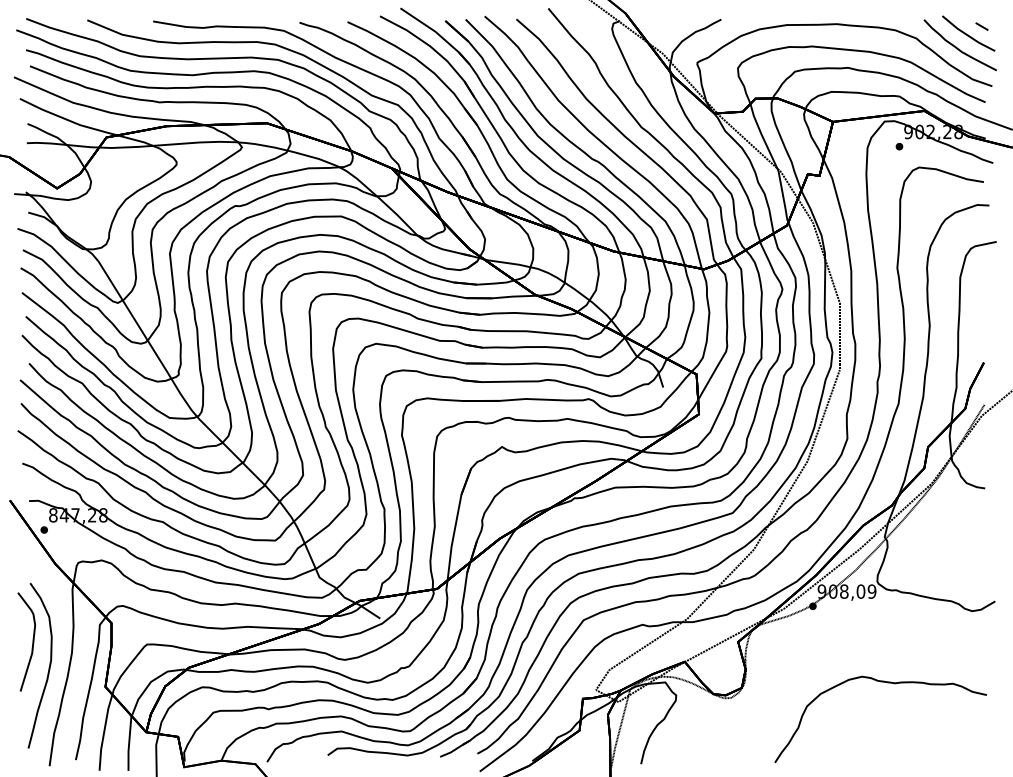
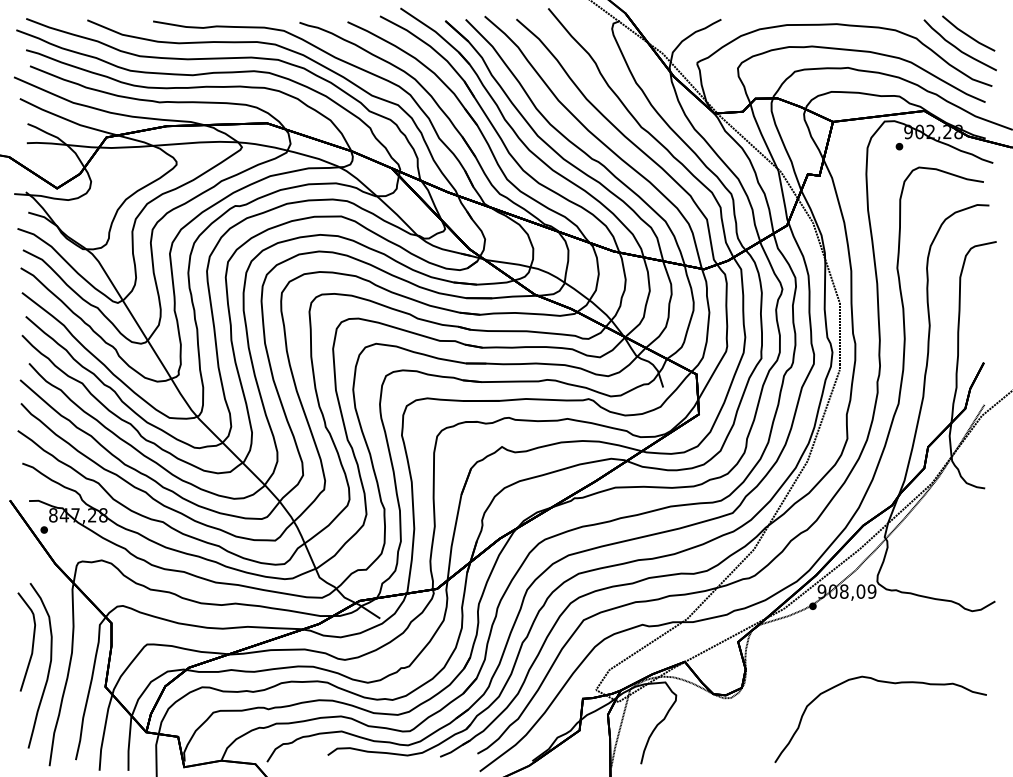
line at (981, 26): present -> none
